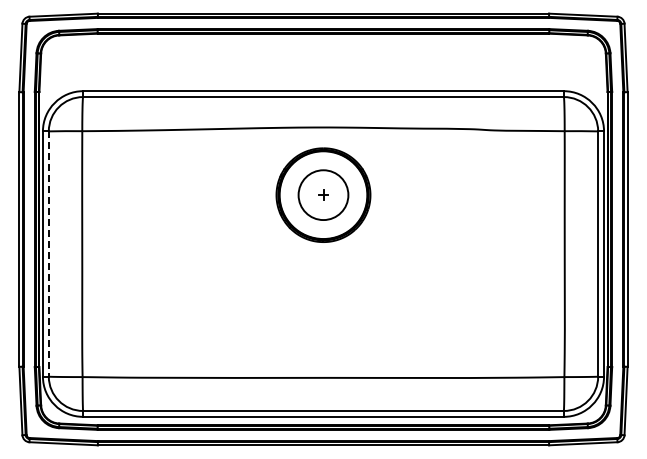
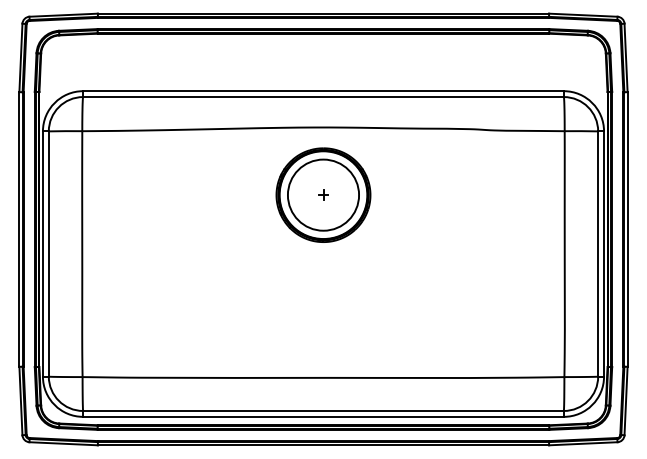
circle at (323, 195) diameter: 50 px -> 71 px
line at (48, 254): dashed -> solid
